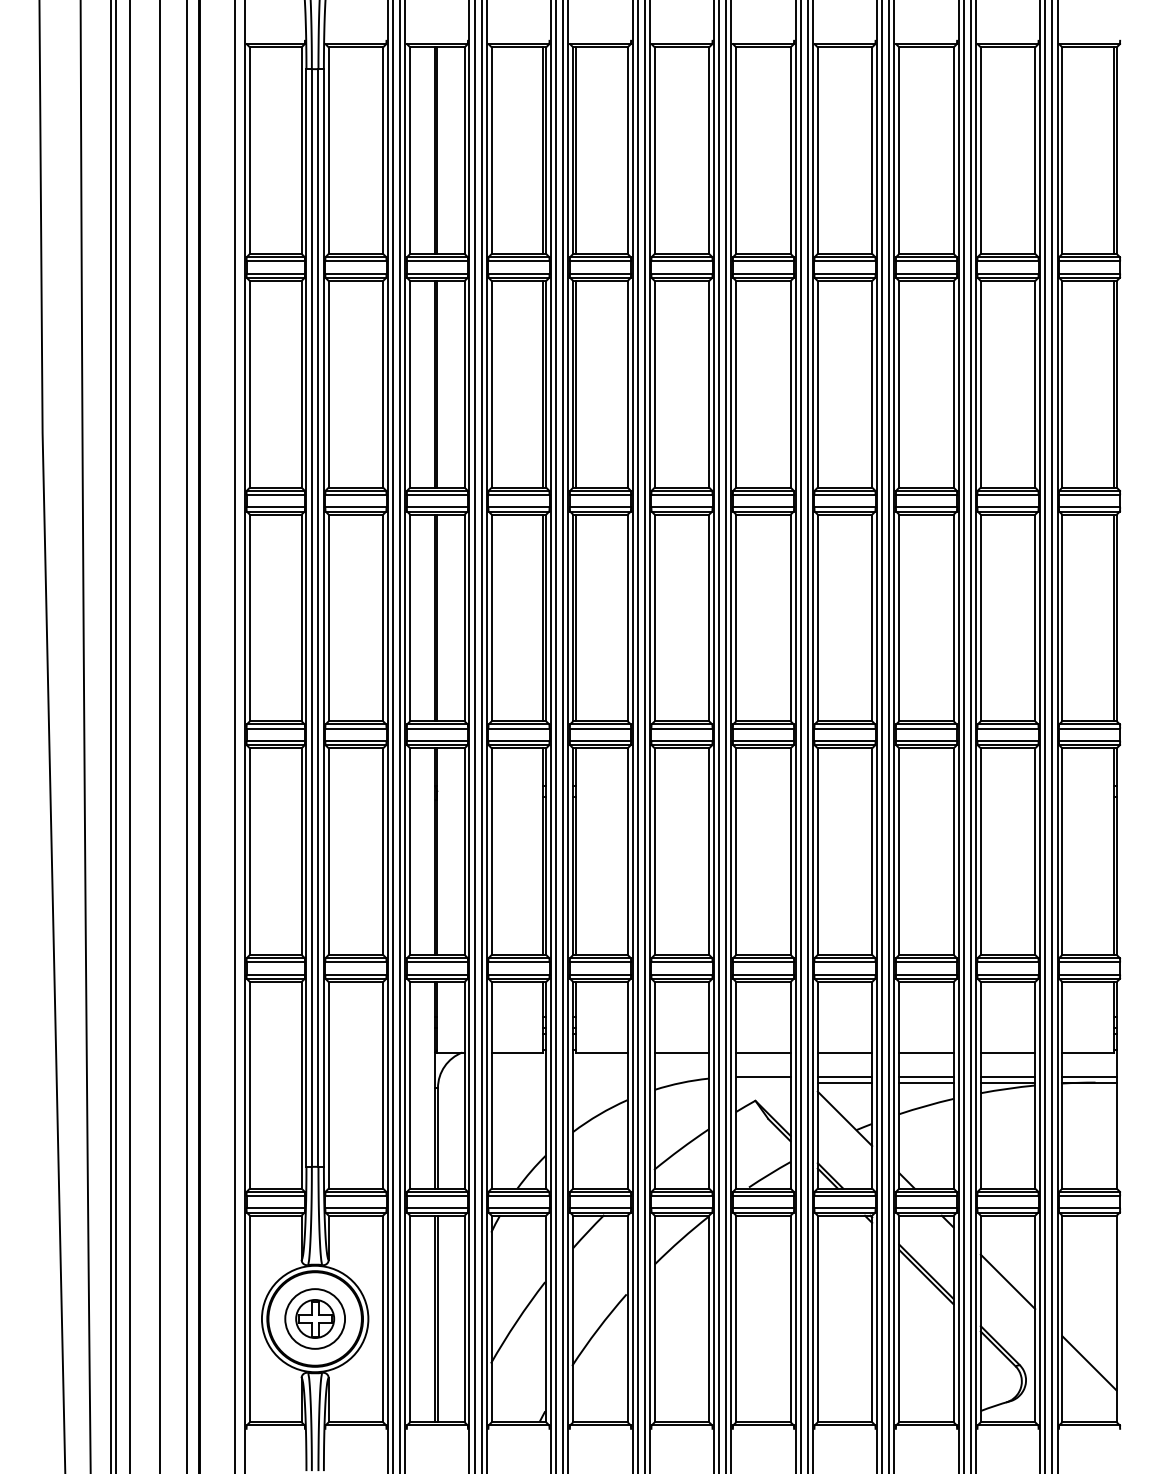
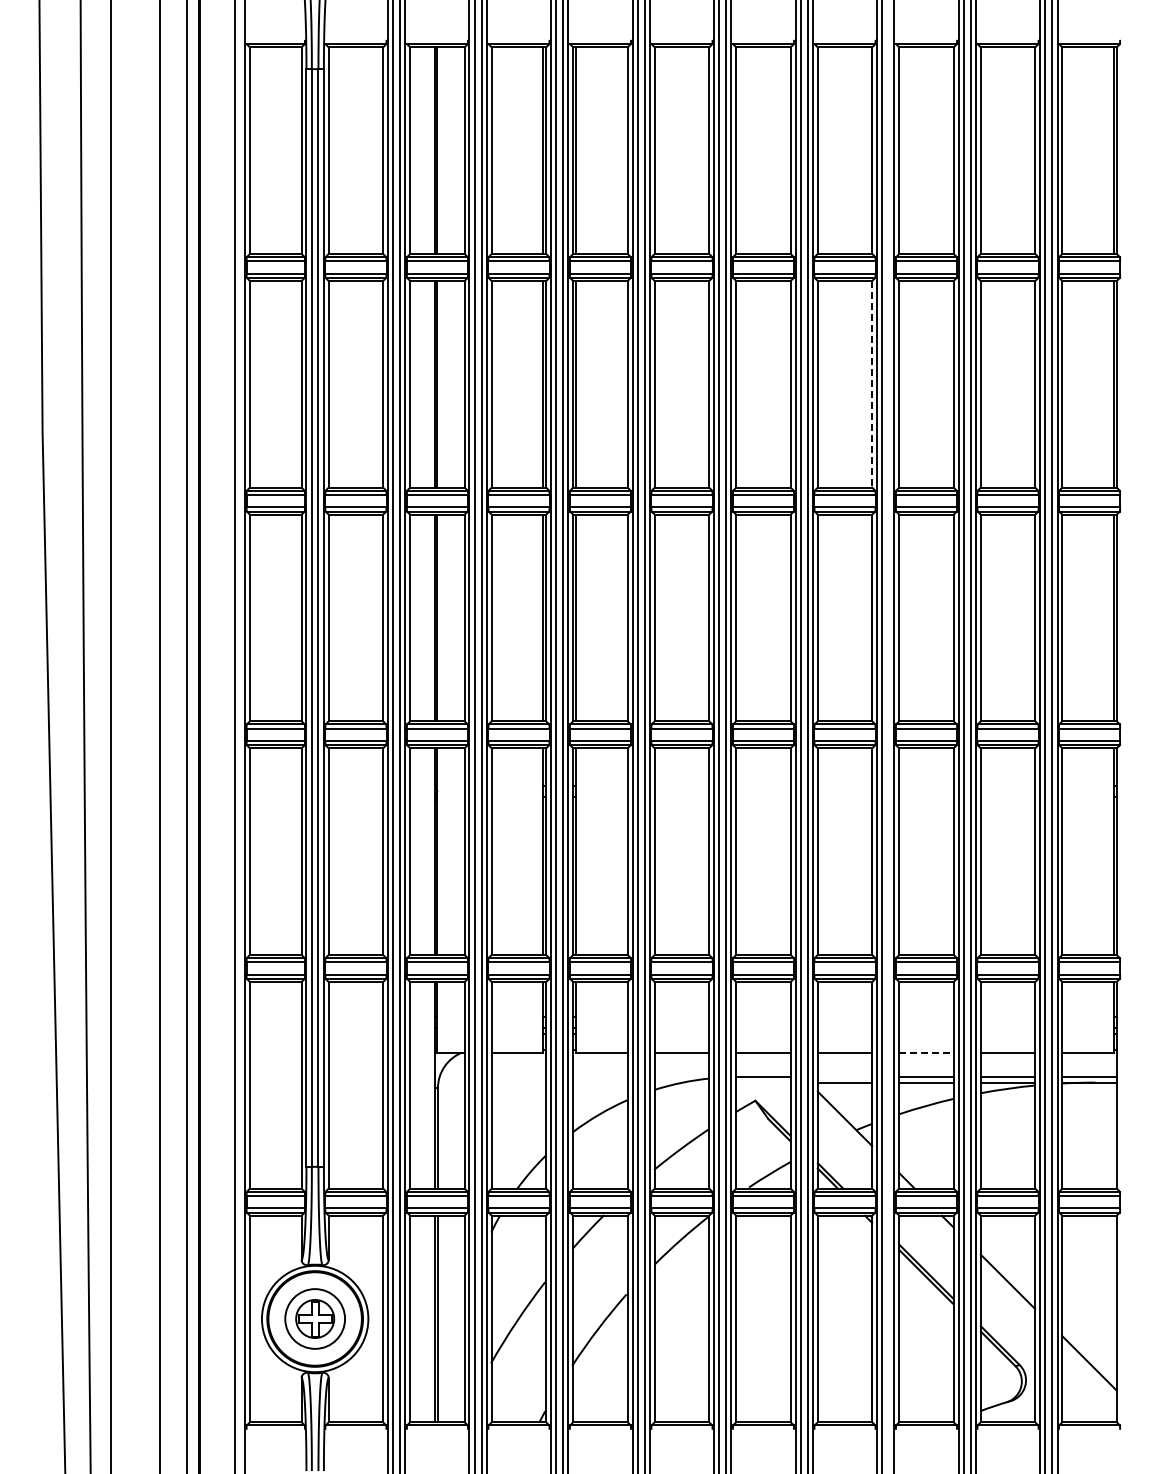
line at (872, 384): solid -> dashed
line at (116, 736): present -> none
line at (129, 736): present -> none
line at (889, 736): present -> none
line at (927, 1052): solid -> dashed
line at (844, 1077): present -> none
